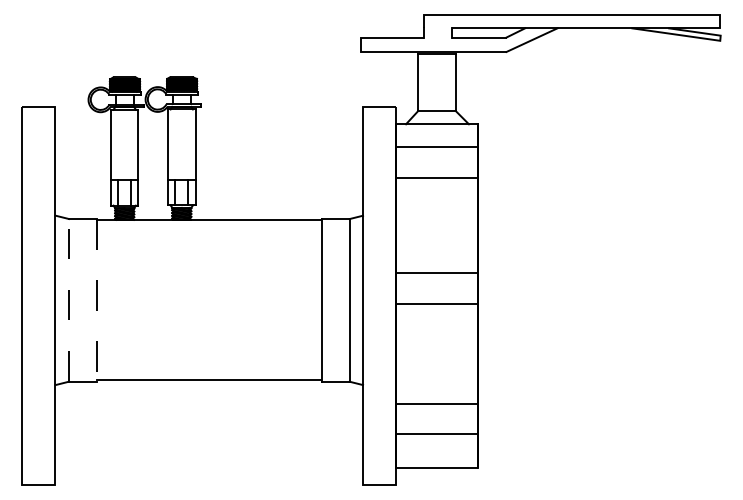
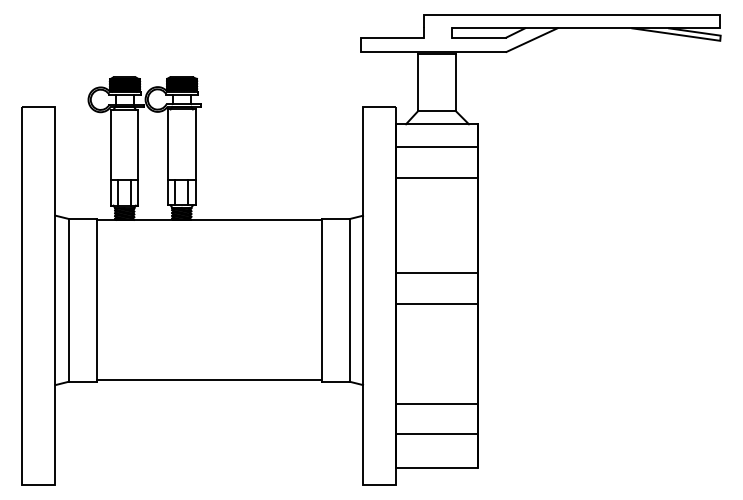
line at (69, 299): dashed -> solid
line at (97, 300): dashed -> solid
